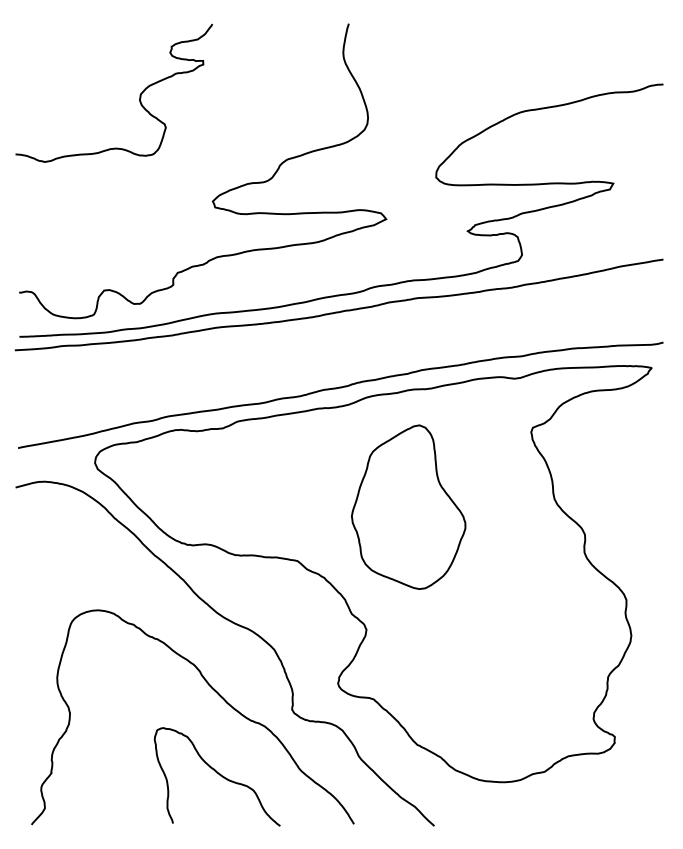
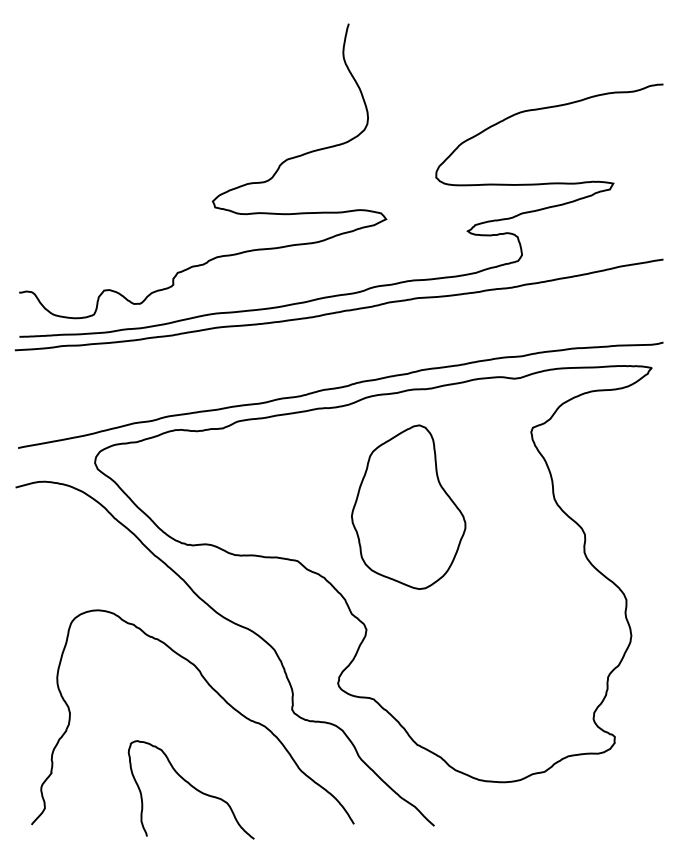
curve at (139, 94): present -> none
curve at (218, 774) position: (218, 774) -> (192, 787)
